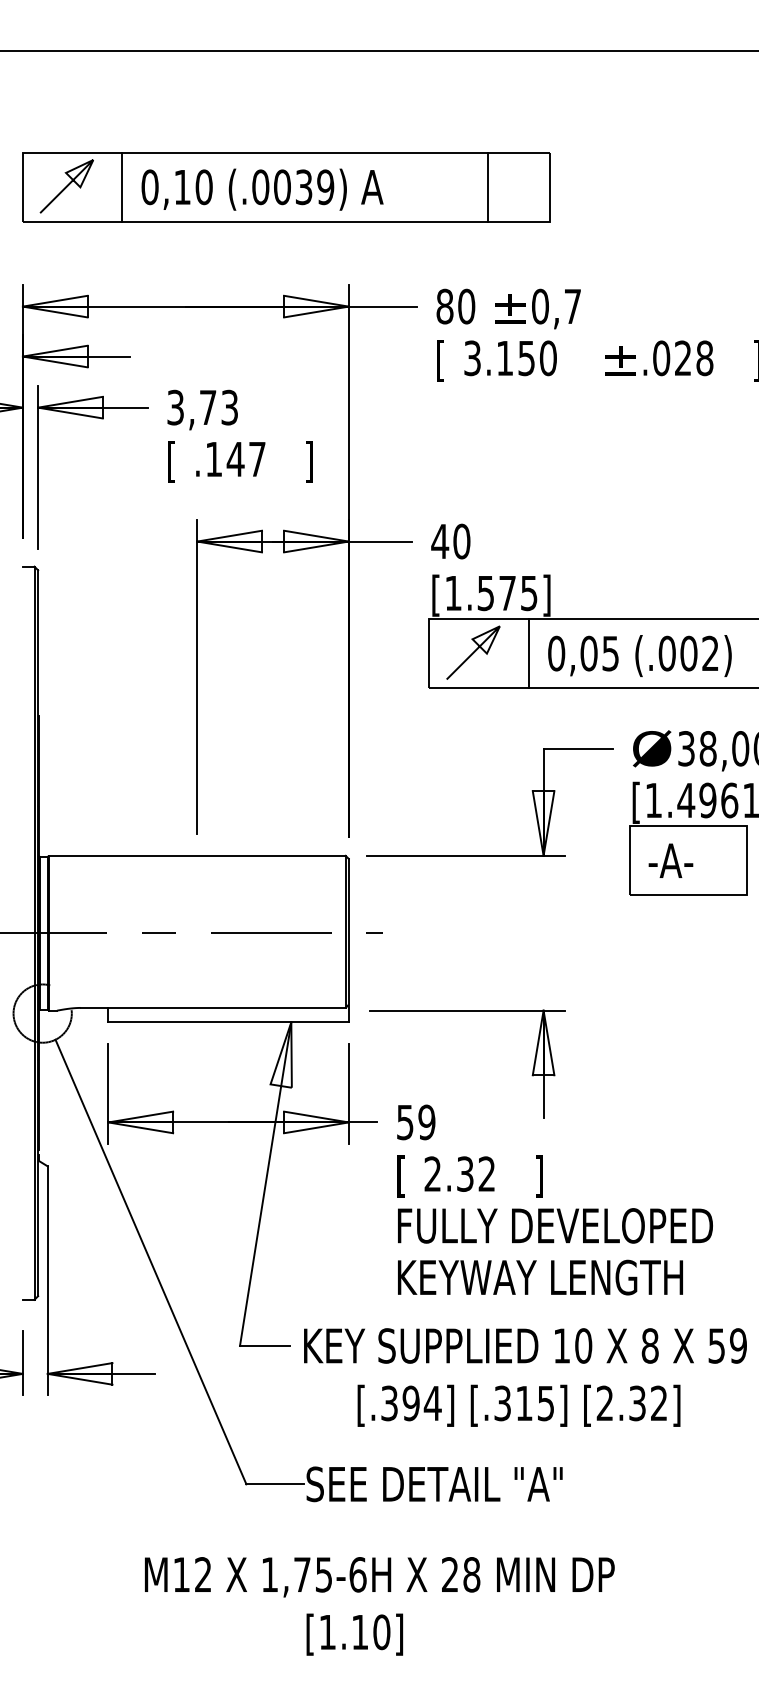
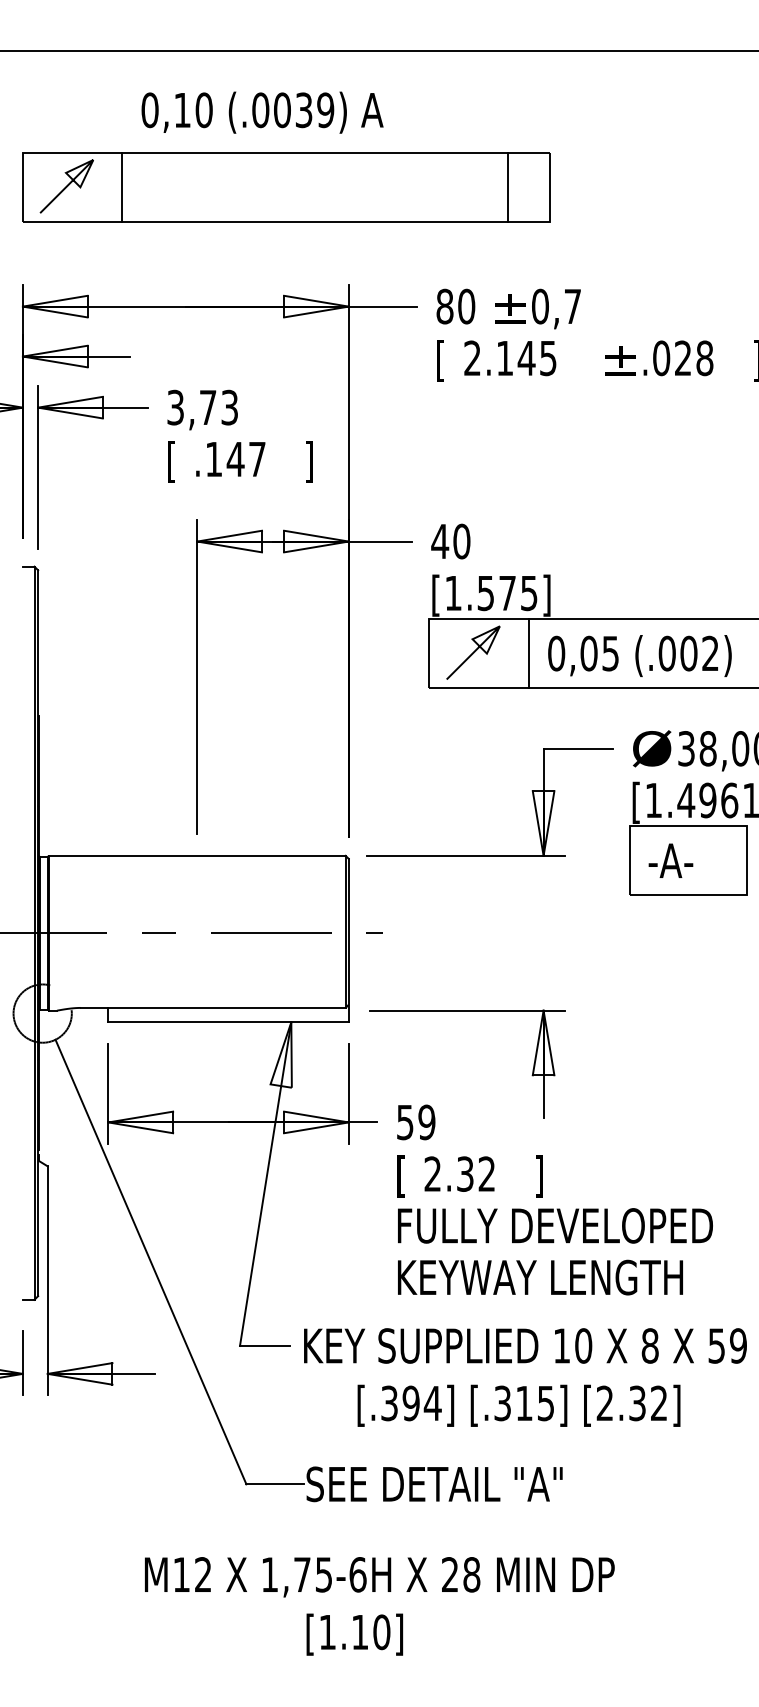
line at (487, 186) position: (487, 186) -> (507, 186)
text at (262, 189) position: (262, 189) -> (262, 112)
text at (510, 358): 3.150 -> 2.145
